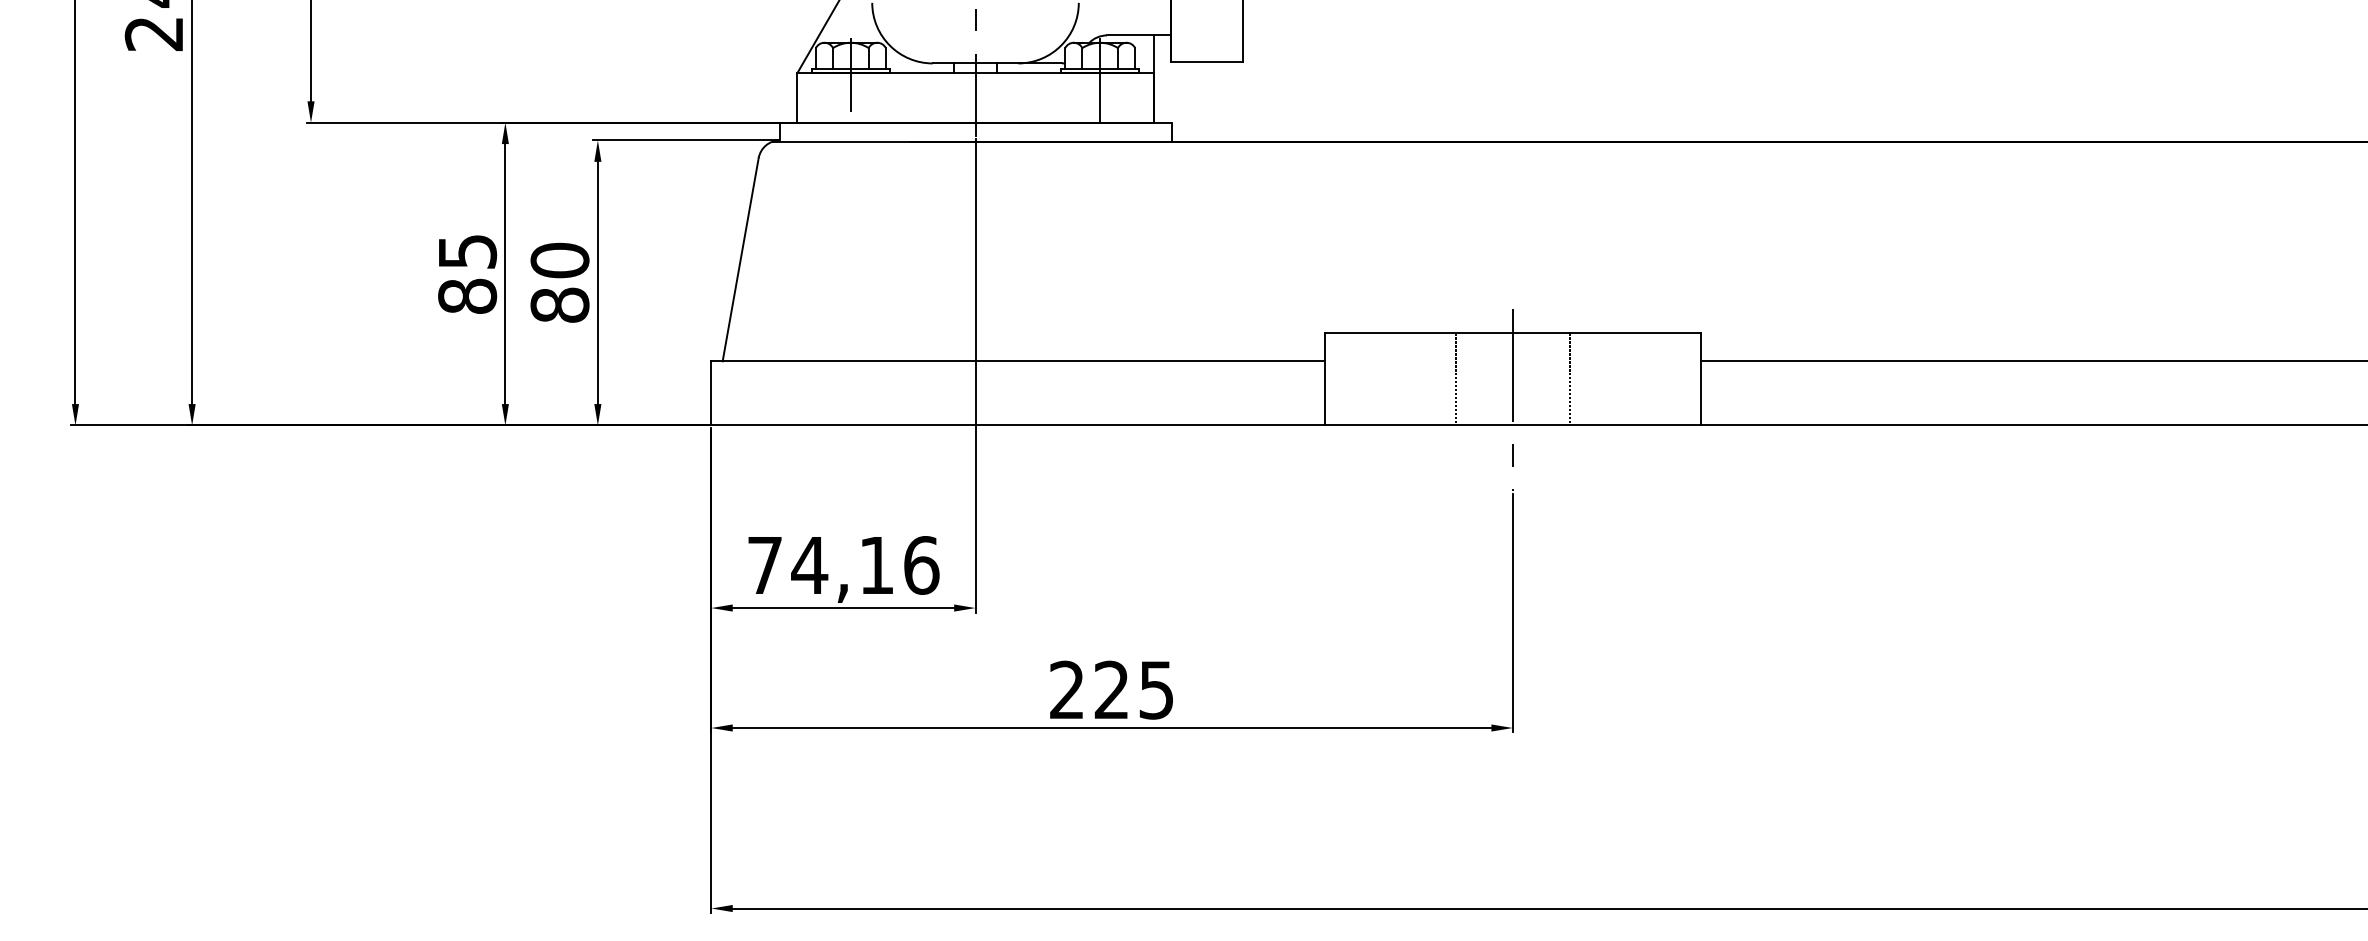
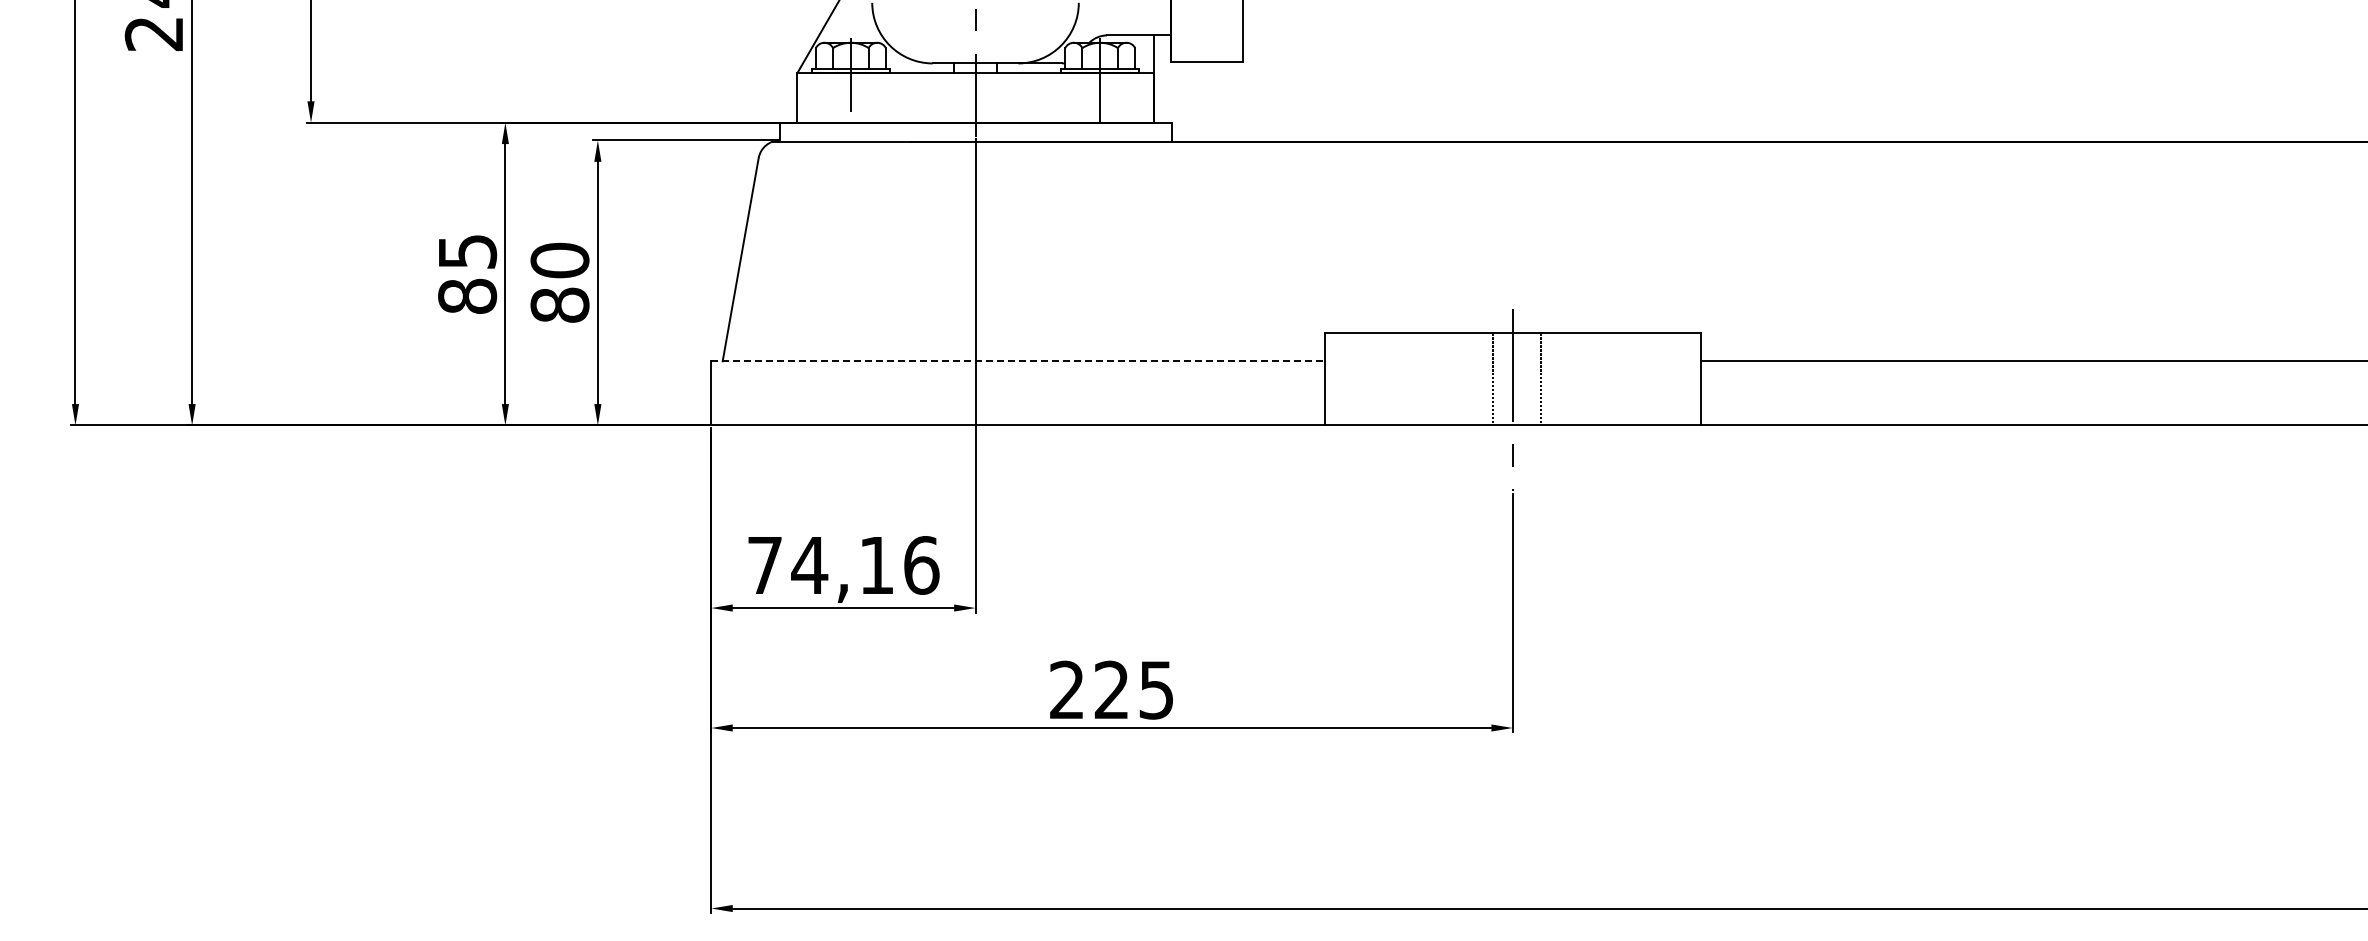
line at (1018, 361): solid -> dashed
line at (1455, 378) position: (1455, 378) -> (1492, 378)
line at (1570, 378) position: (1570, 378) -> (1541, 378)
